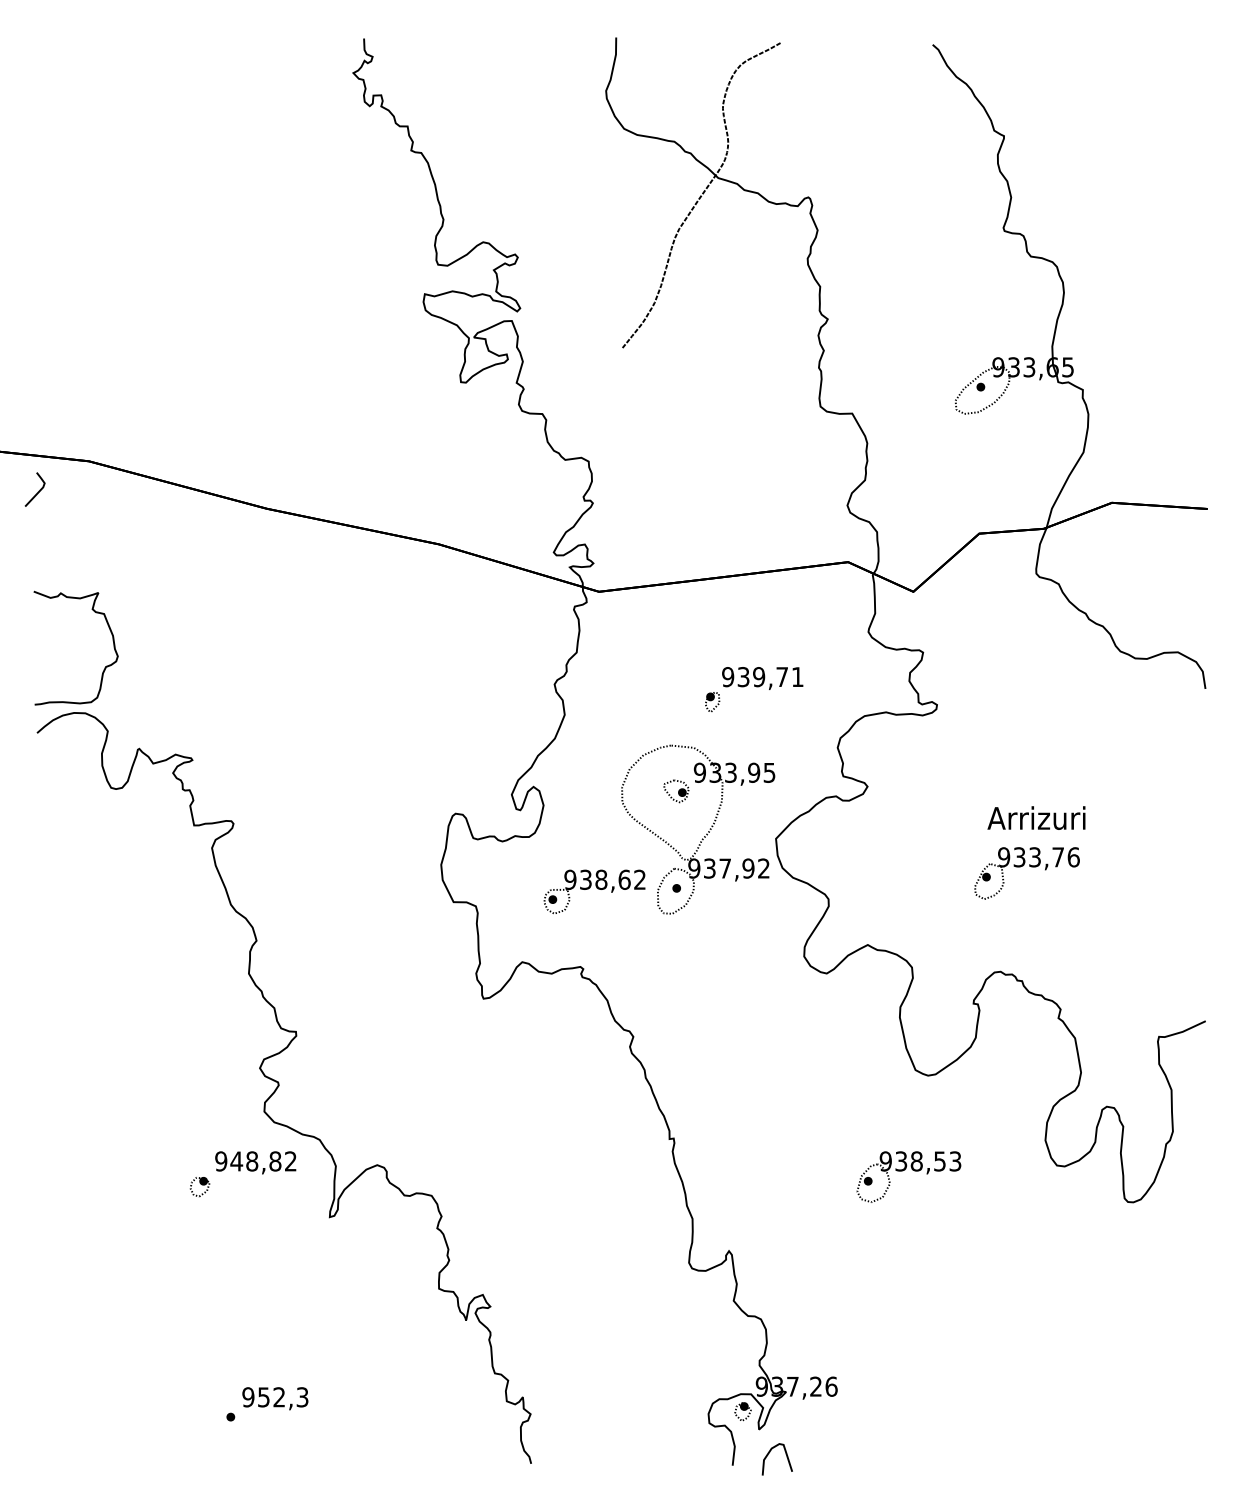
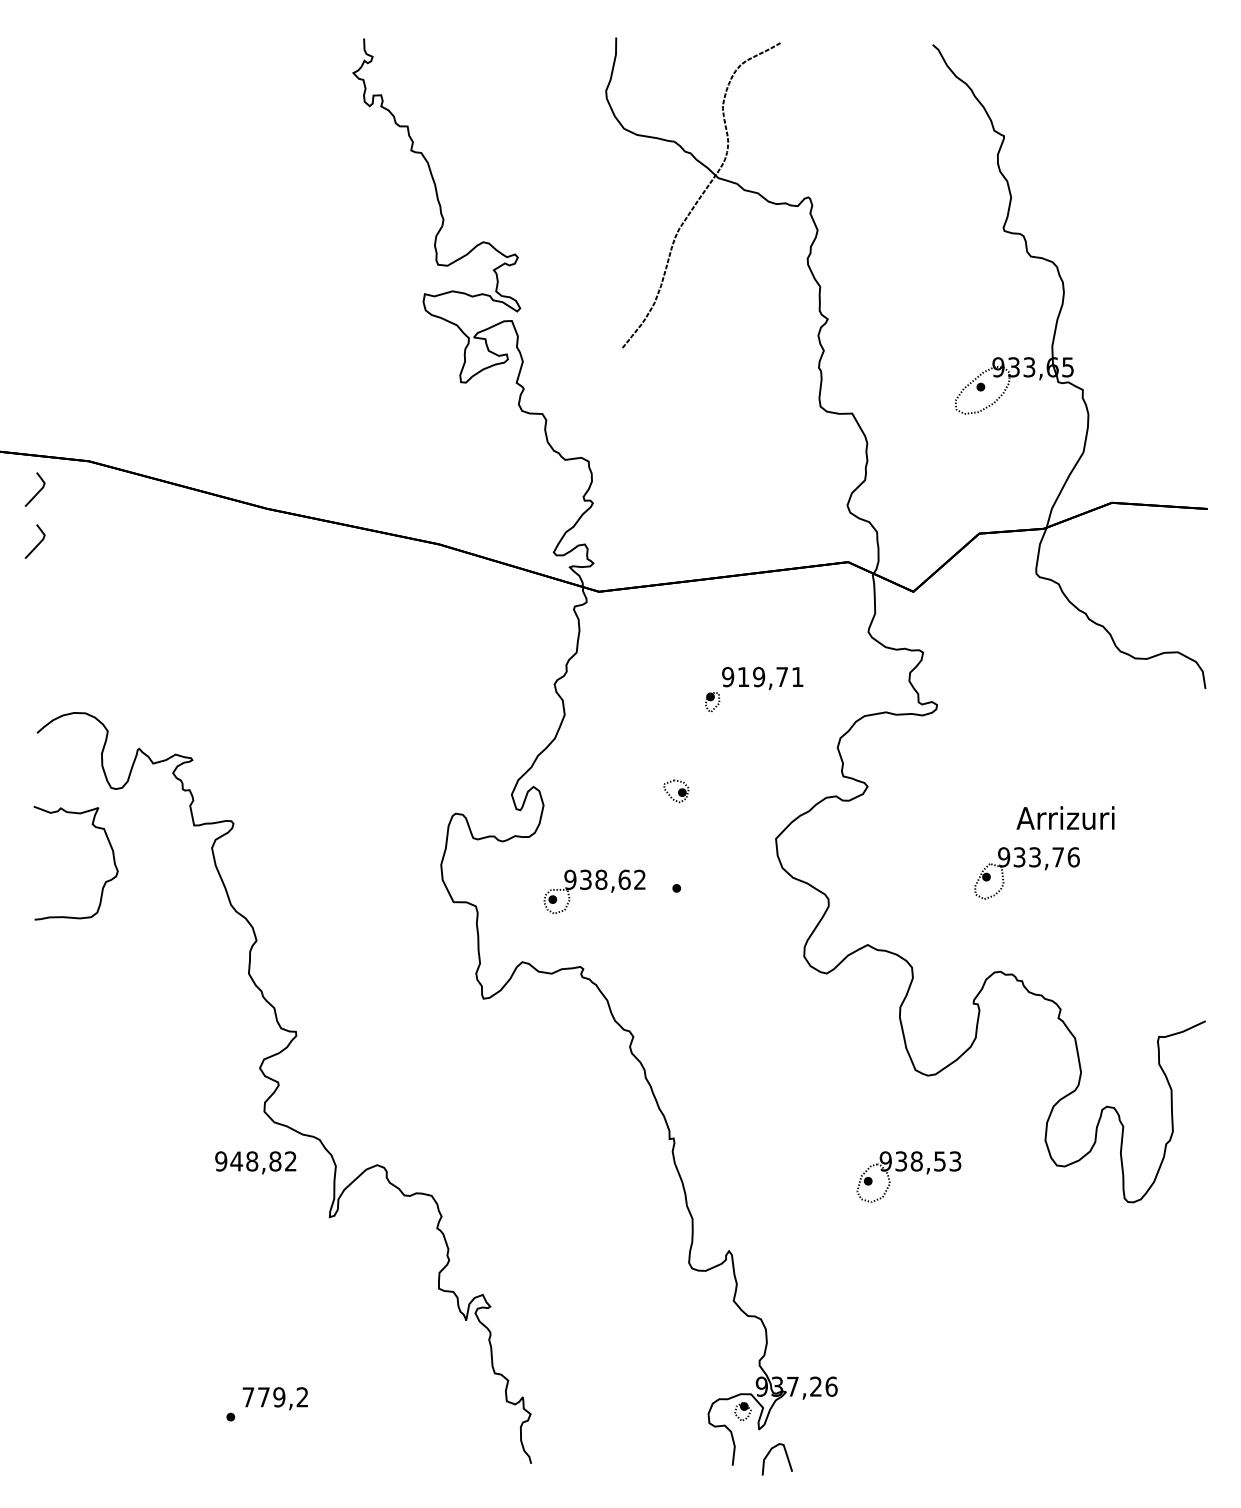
line at (38, 542): none -> present
curve at (104, 667) position: (104, 667) -> (104, 882)
text at (743, 677): 939,71 -> 919,71
text at (1036, 817) position: (1036, 817) -> (1065, 817)
part at (706, 833): present -> none
part at (199, 1187): present -> none
text at (275, 1397): 952,3 -> 779,2
